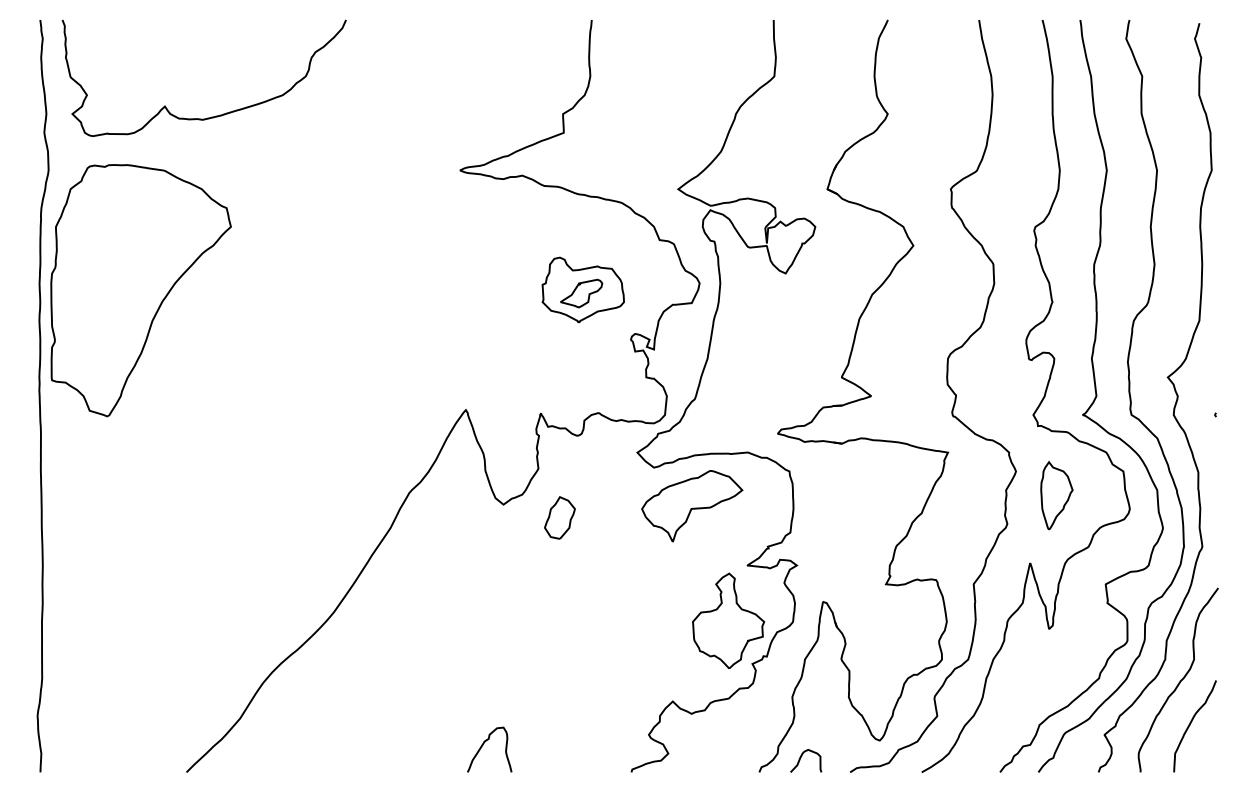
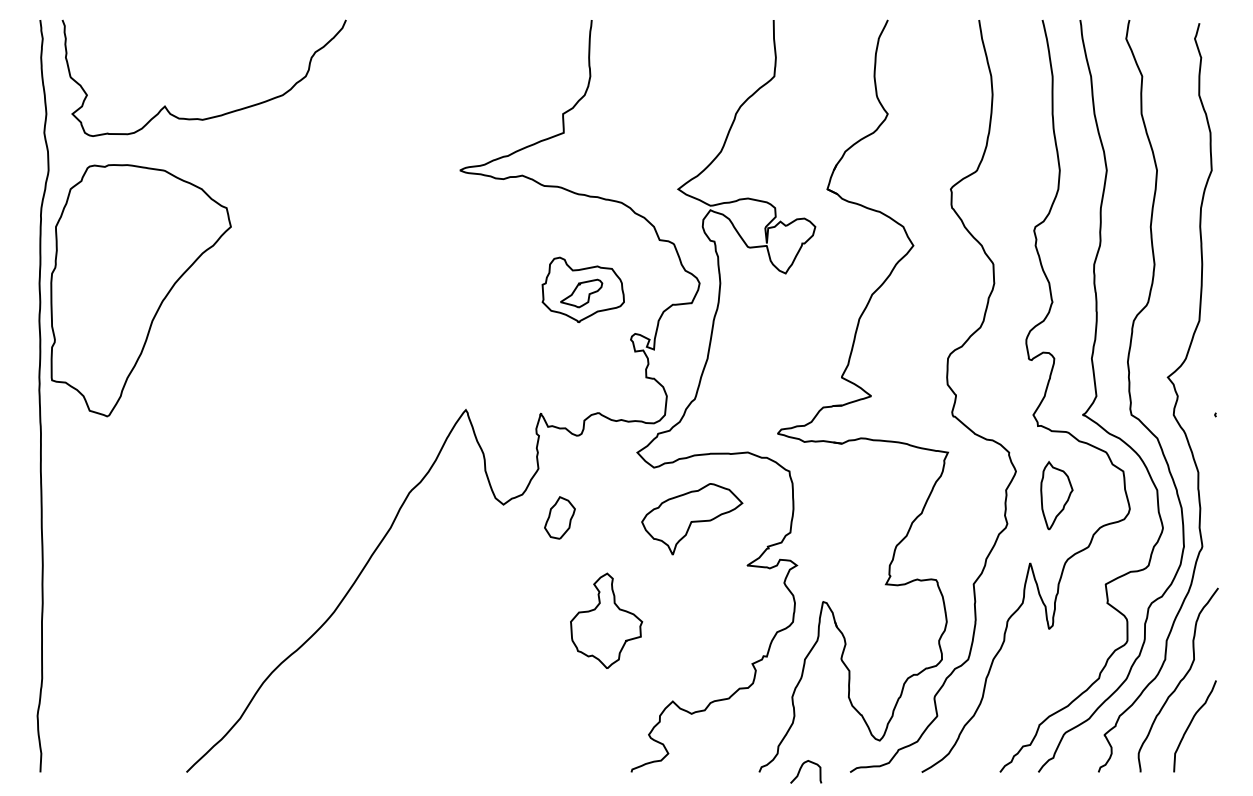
part at (692, 506) position: (692, 506) -> (692, 519)
part at (728, 620) position: (728, 620) -> (606, 620)
curve at (483, 745): present -> none
curve at (802, 756) position: (802, 756) -> (802, 767)
